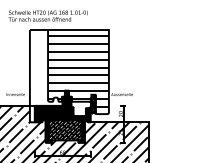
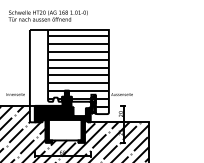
hatch at (64, 129): present -> none
